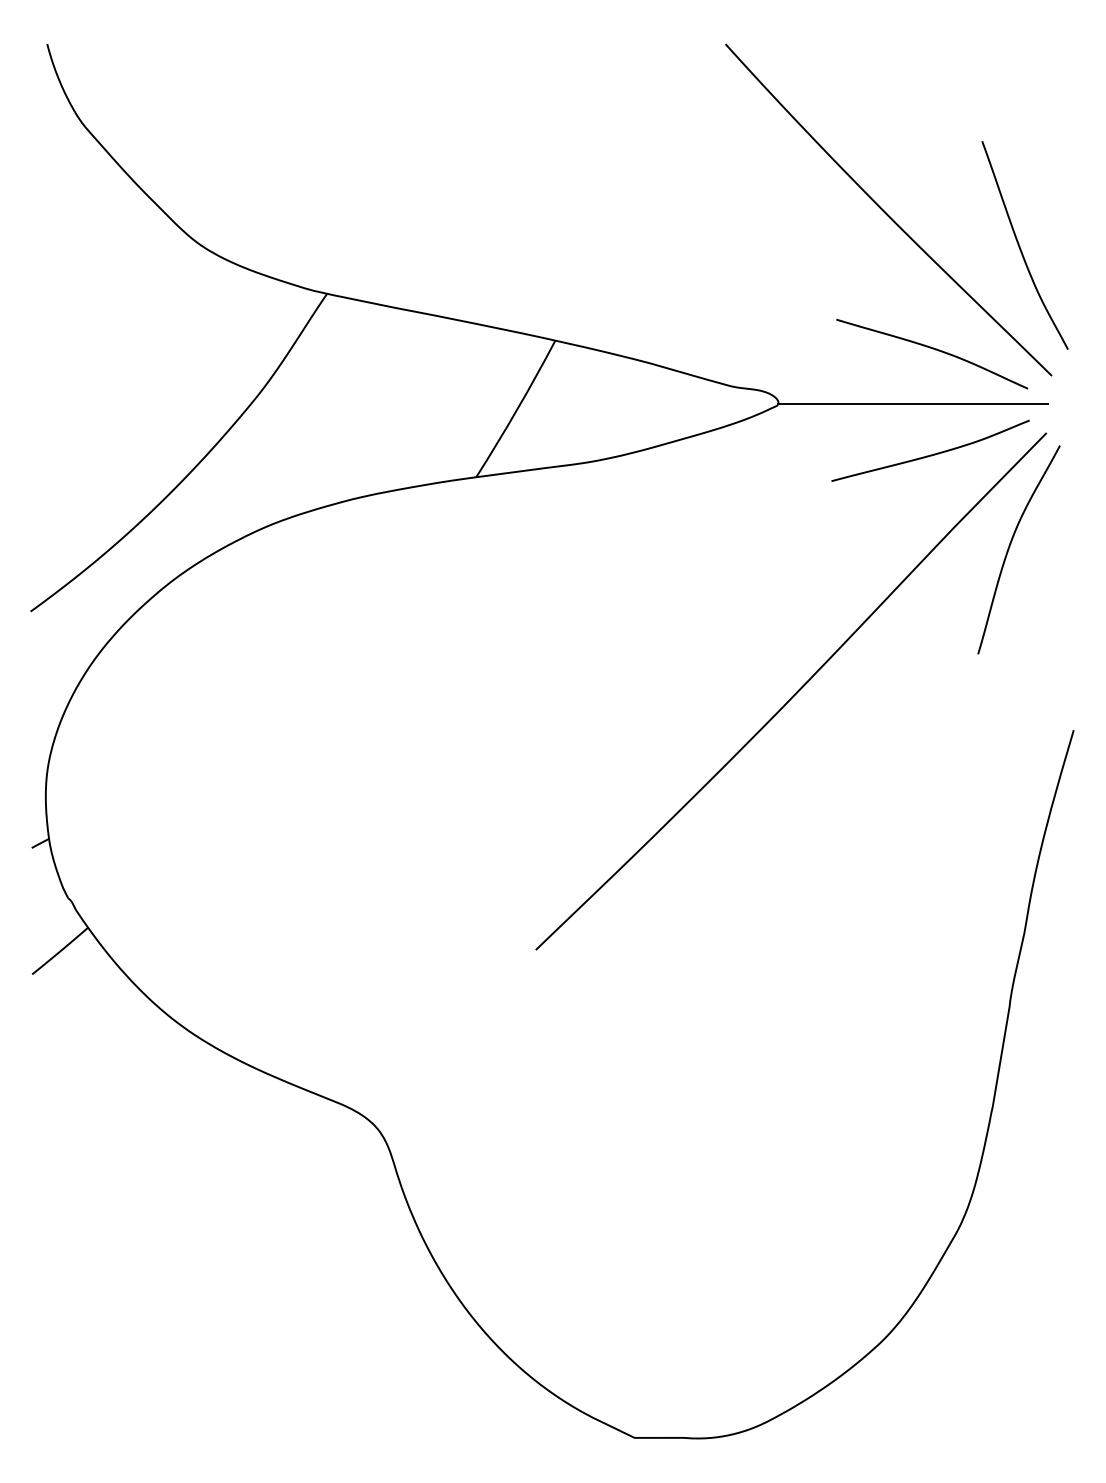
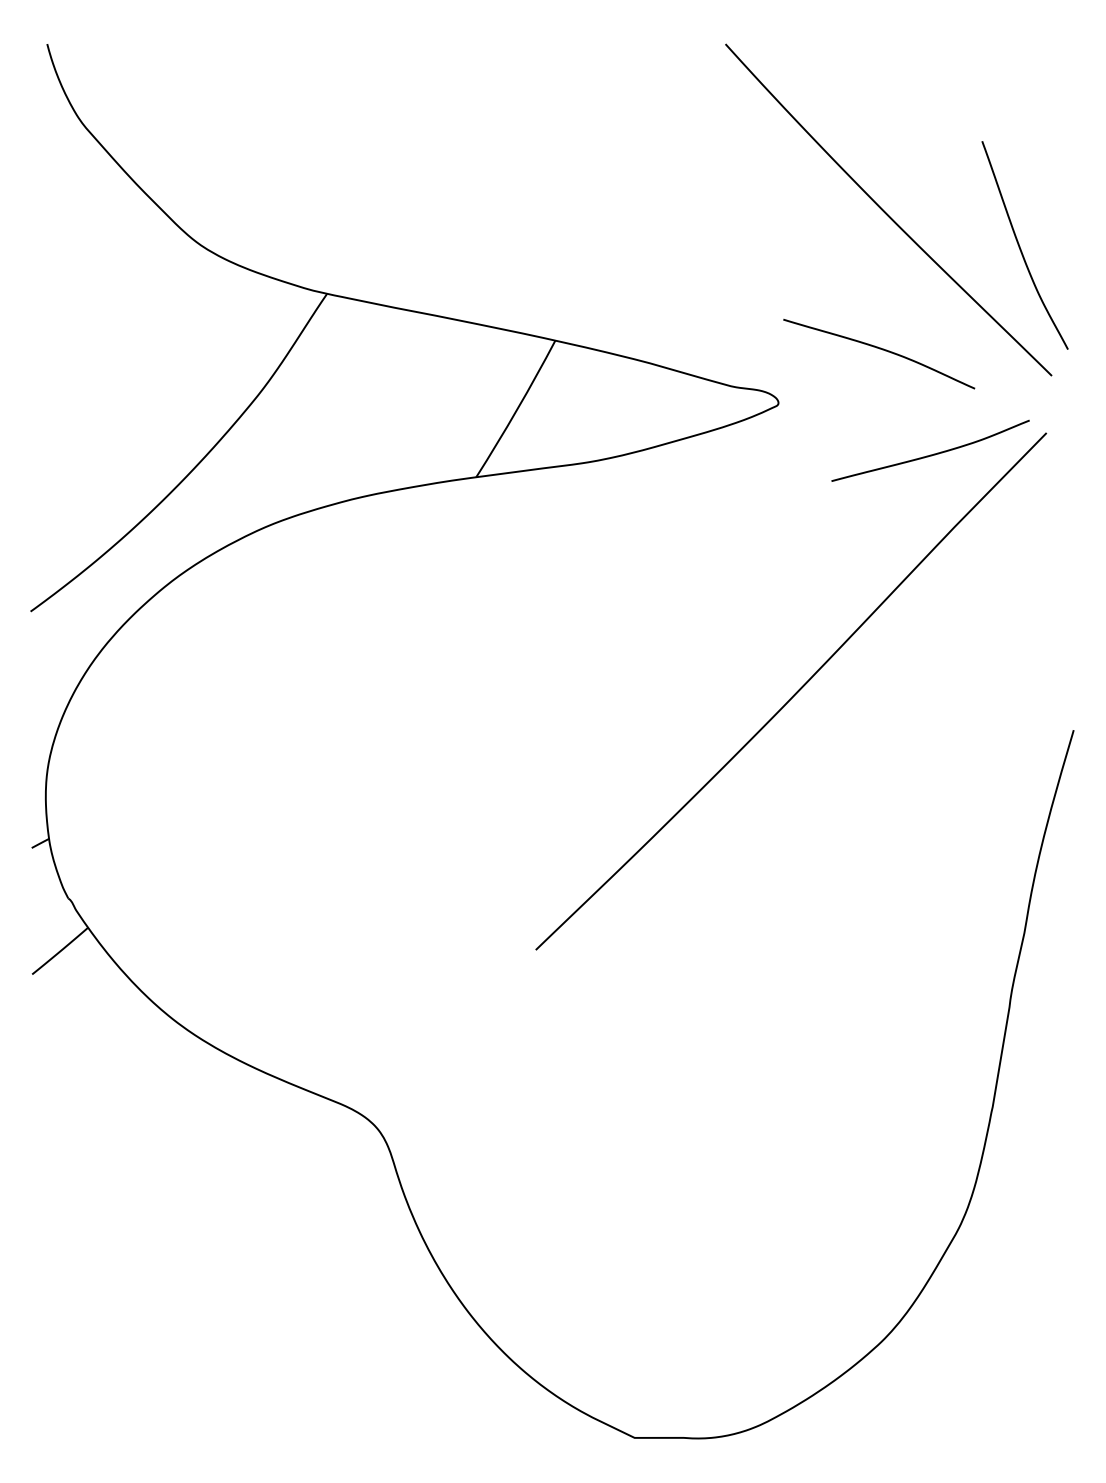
curve at (932, 349) position: (932, 349) -> (879, 349)
line at (913, 403): present -> none
curve at (1010, 546): present -> none
